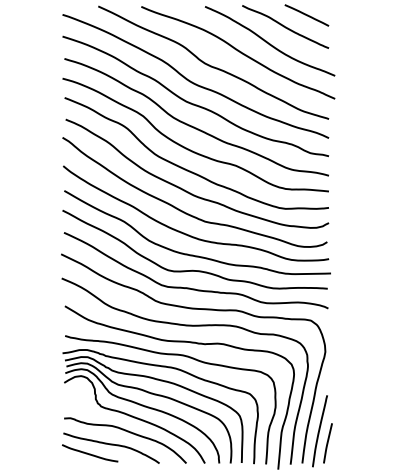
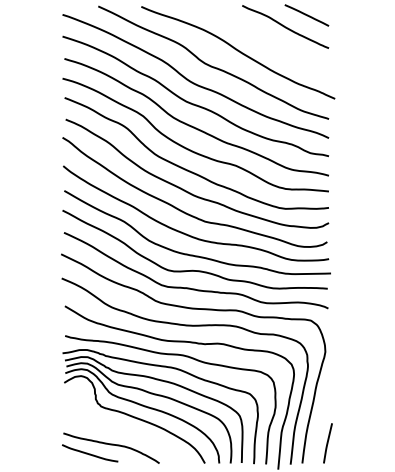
curve at (269, 42): present -> none
curve at (319, 431): present -> none
curve at (127, 432): present -> none
